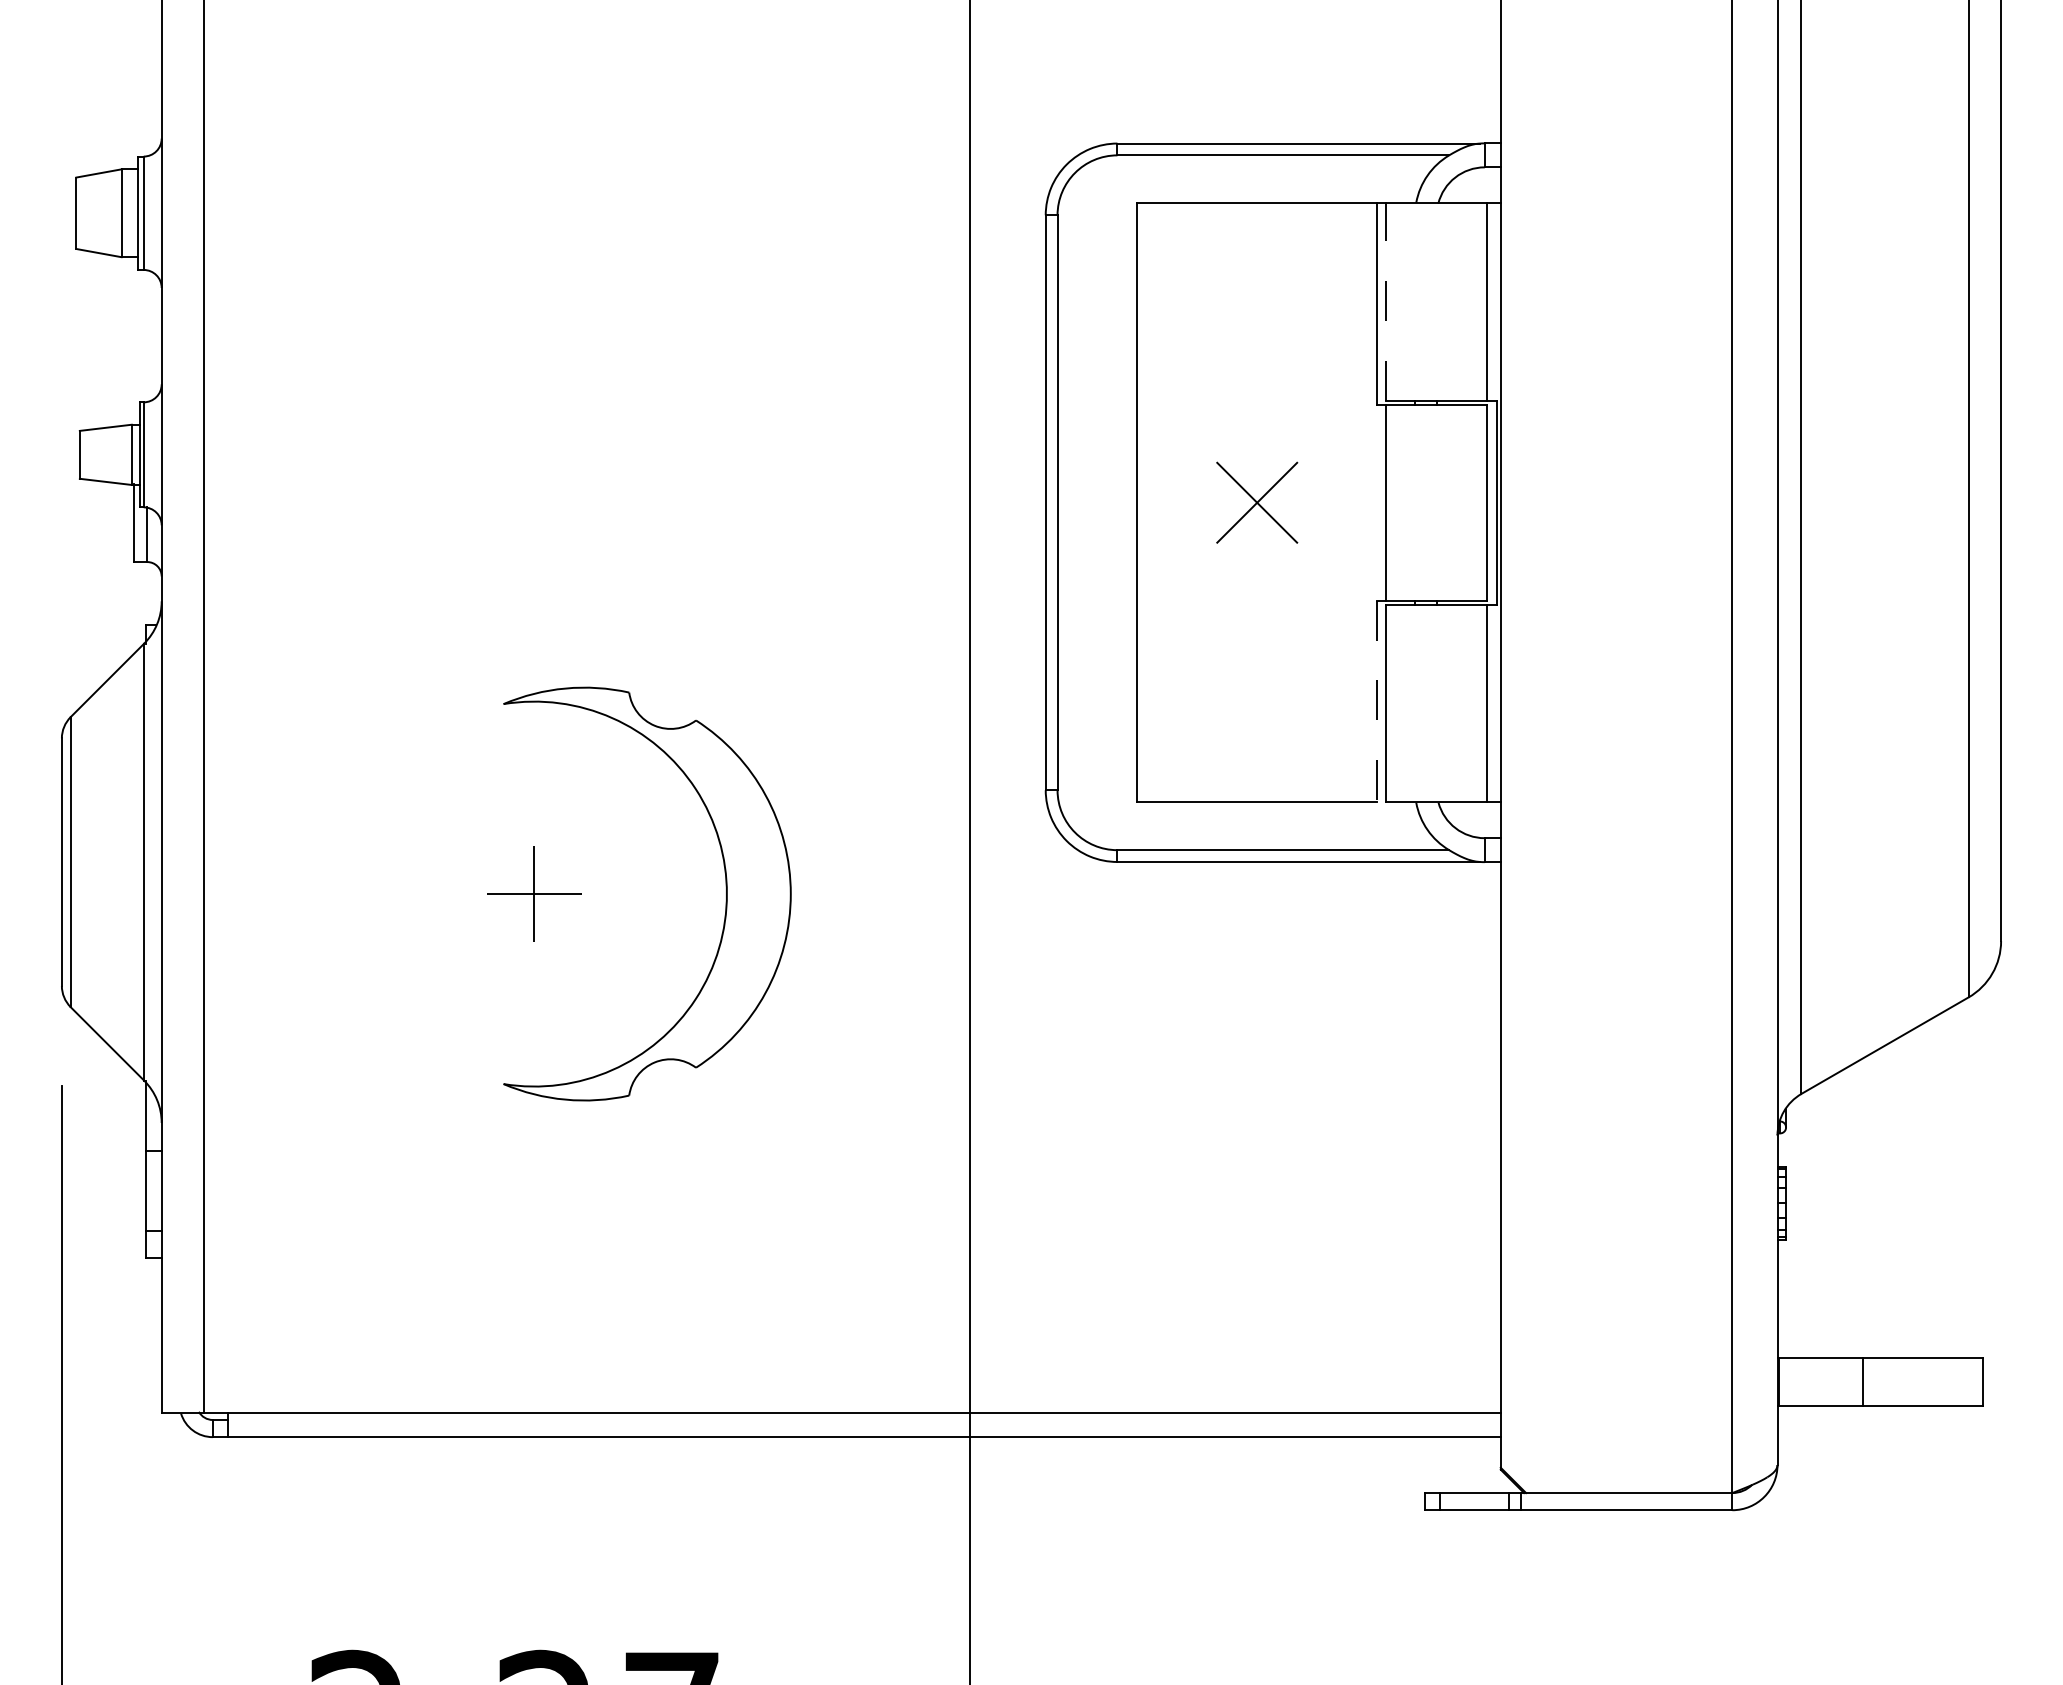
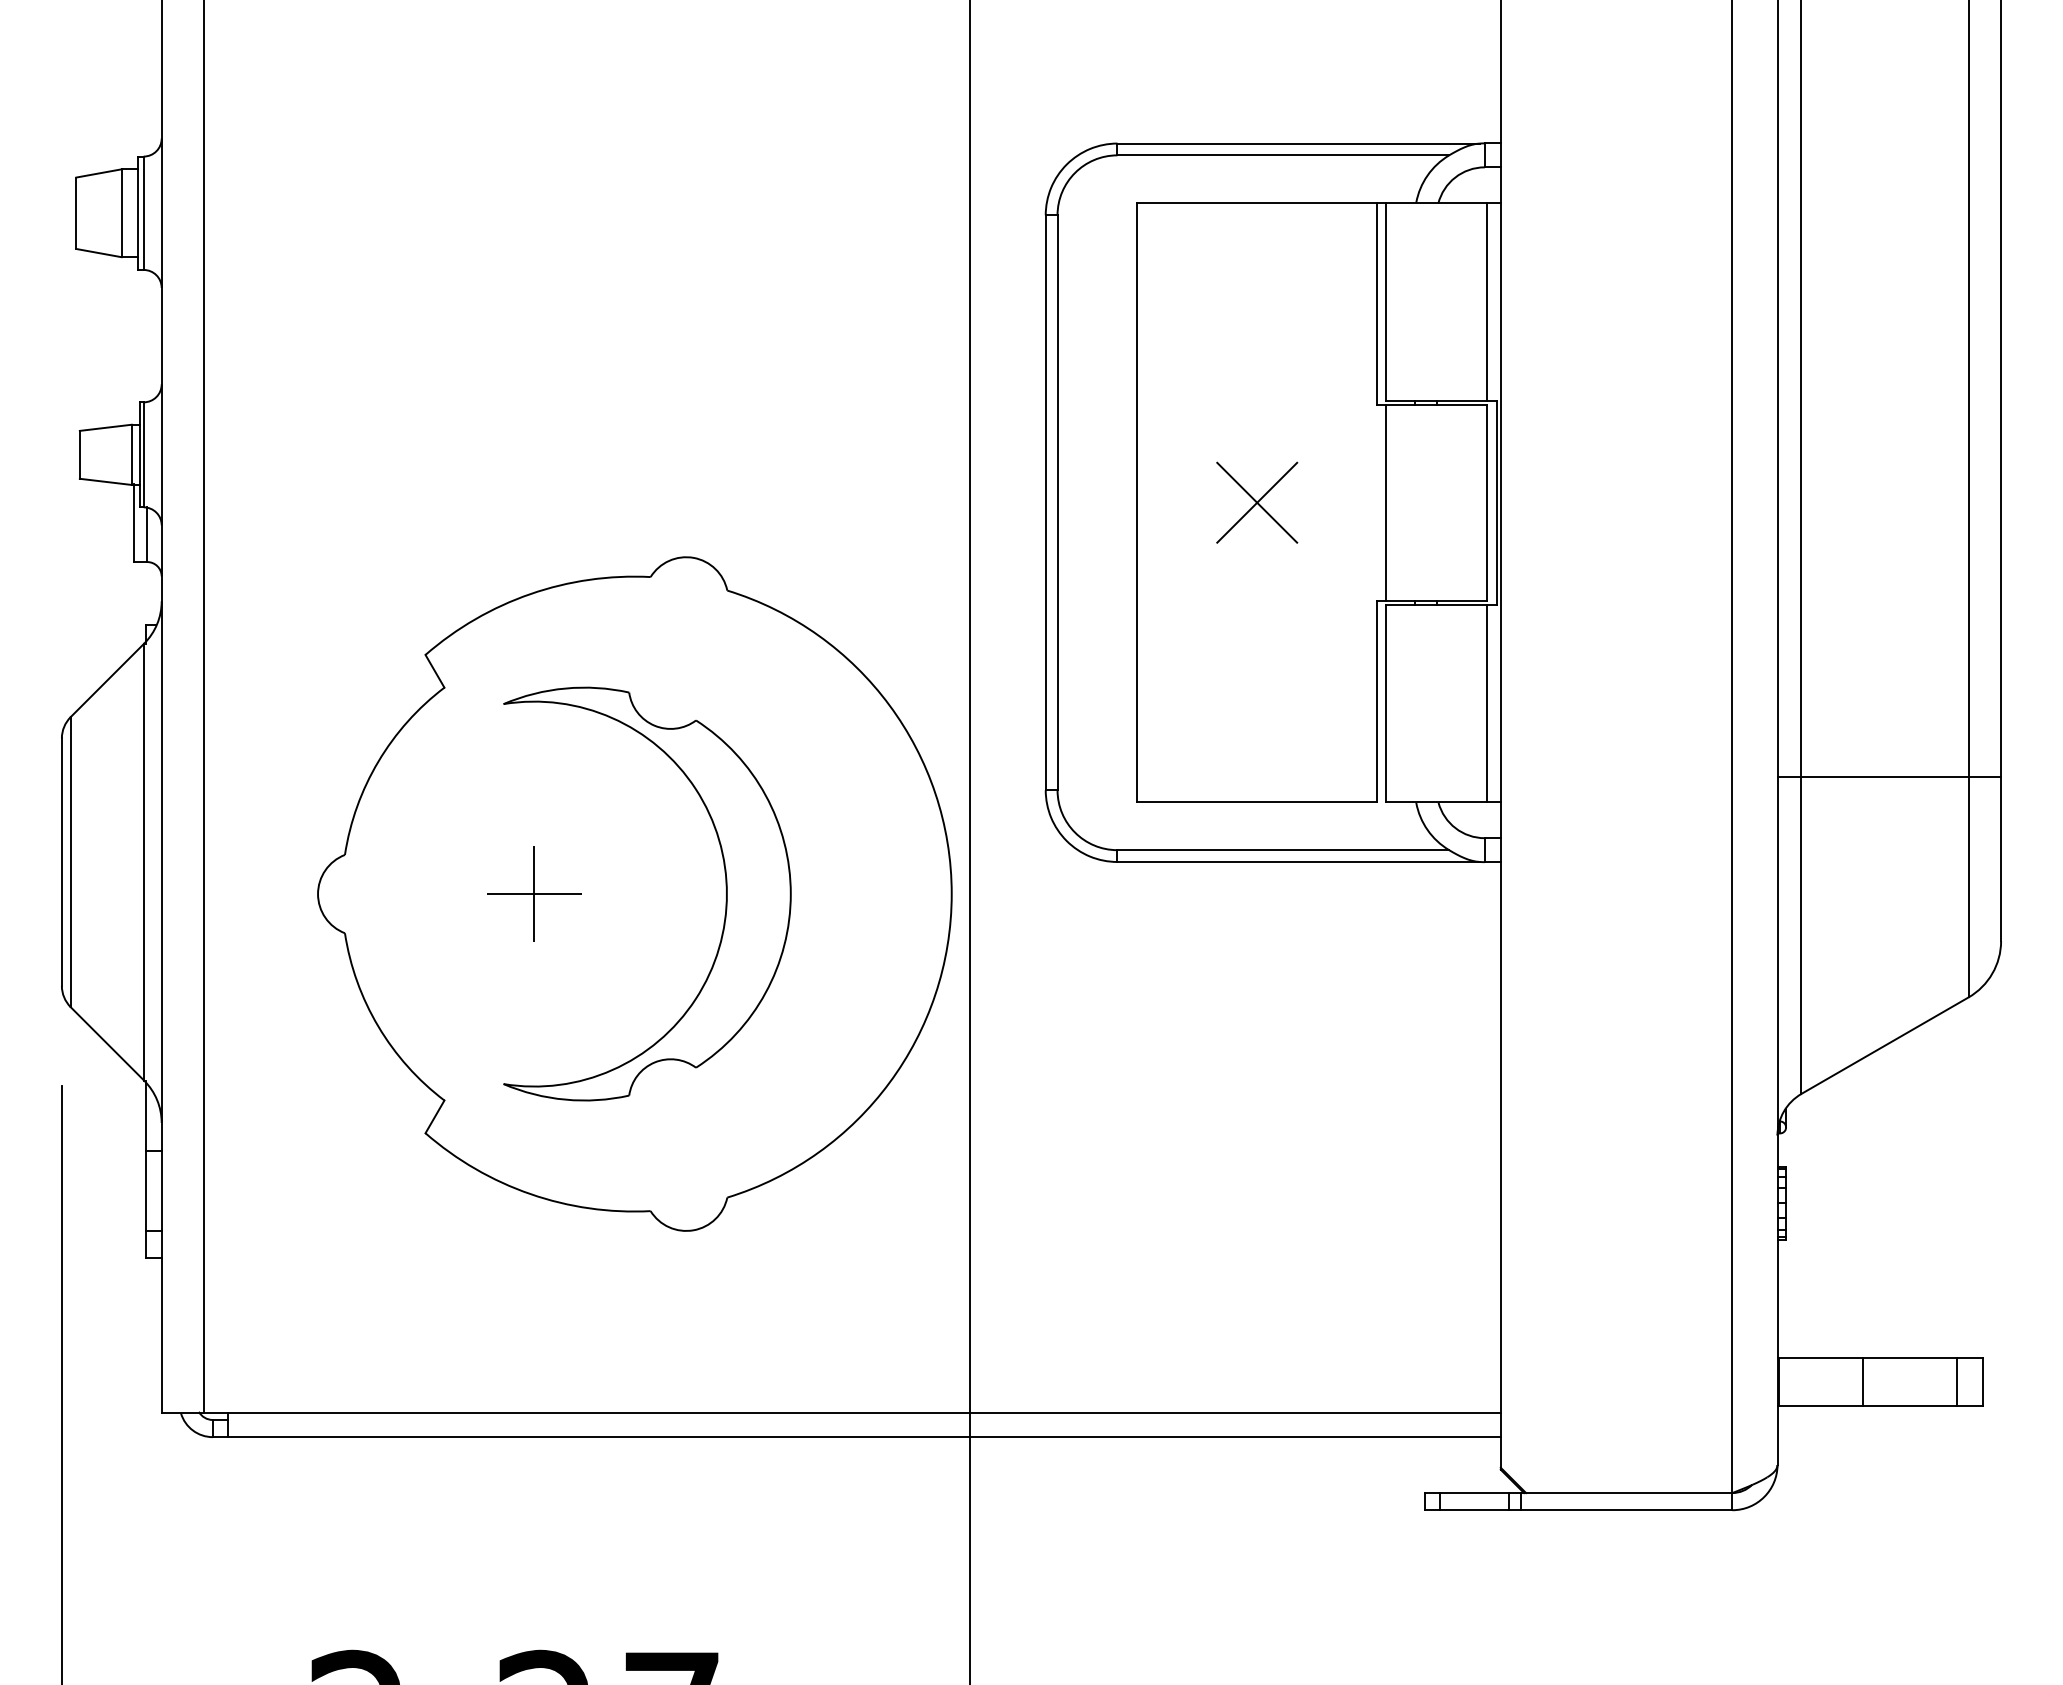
line at (1386, 302): dashed -> solid
line at (1377, 701): dashed -> solid
line at (1889, 776): none -> present
part at (634, 893): none -> present
line at (1957, 1381): none -> present
